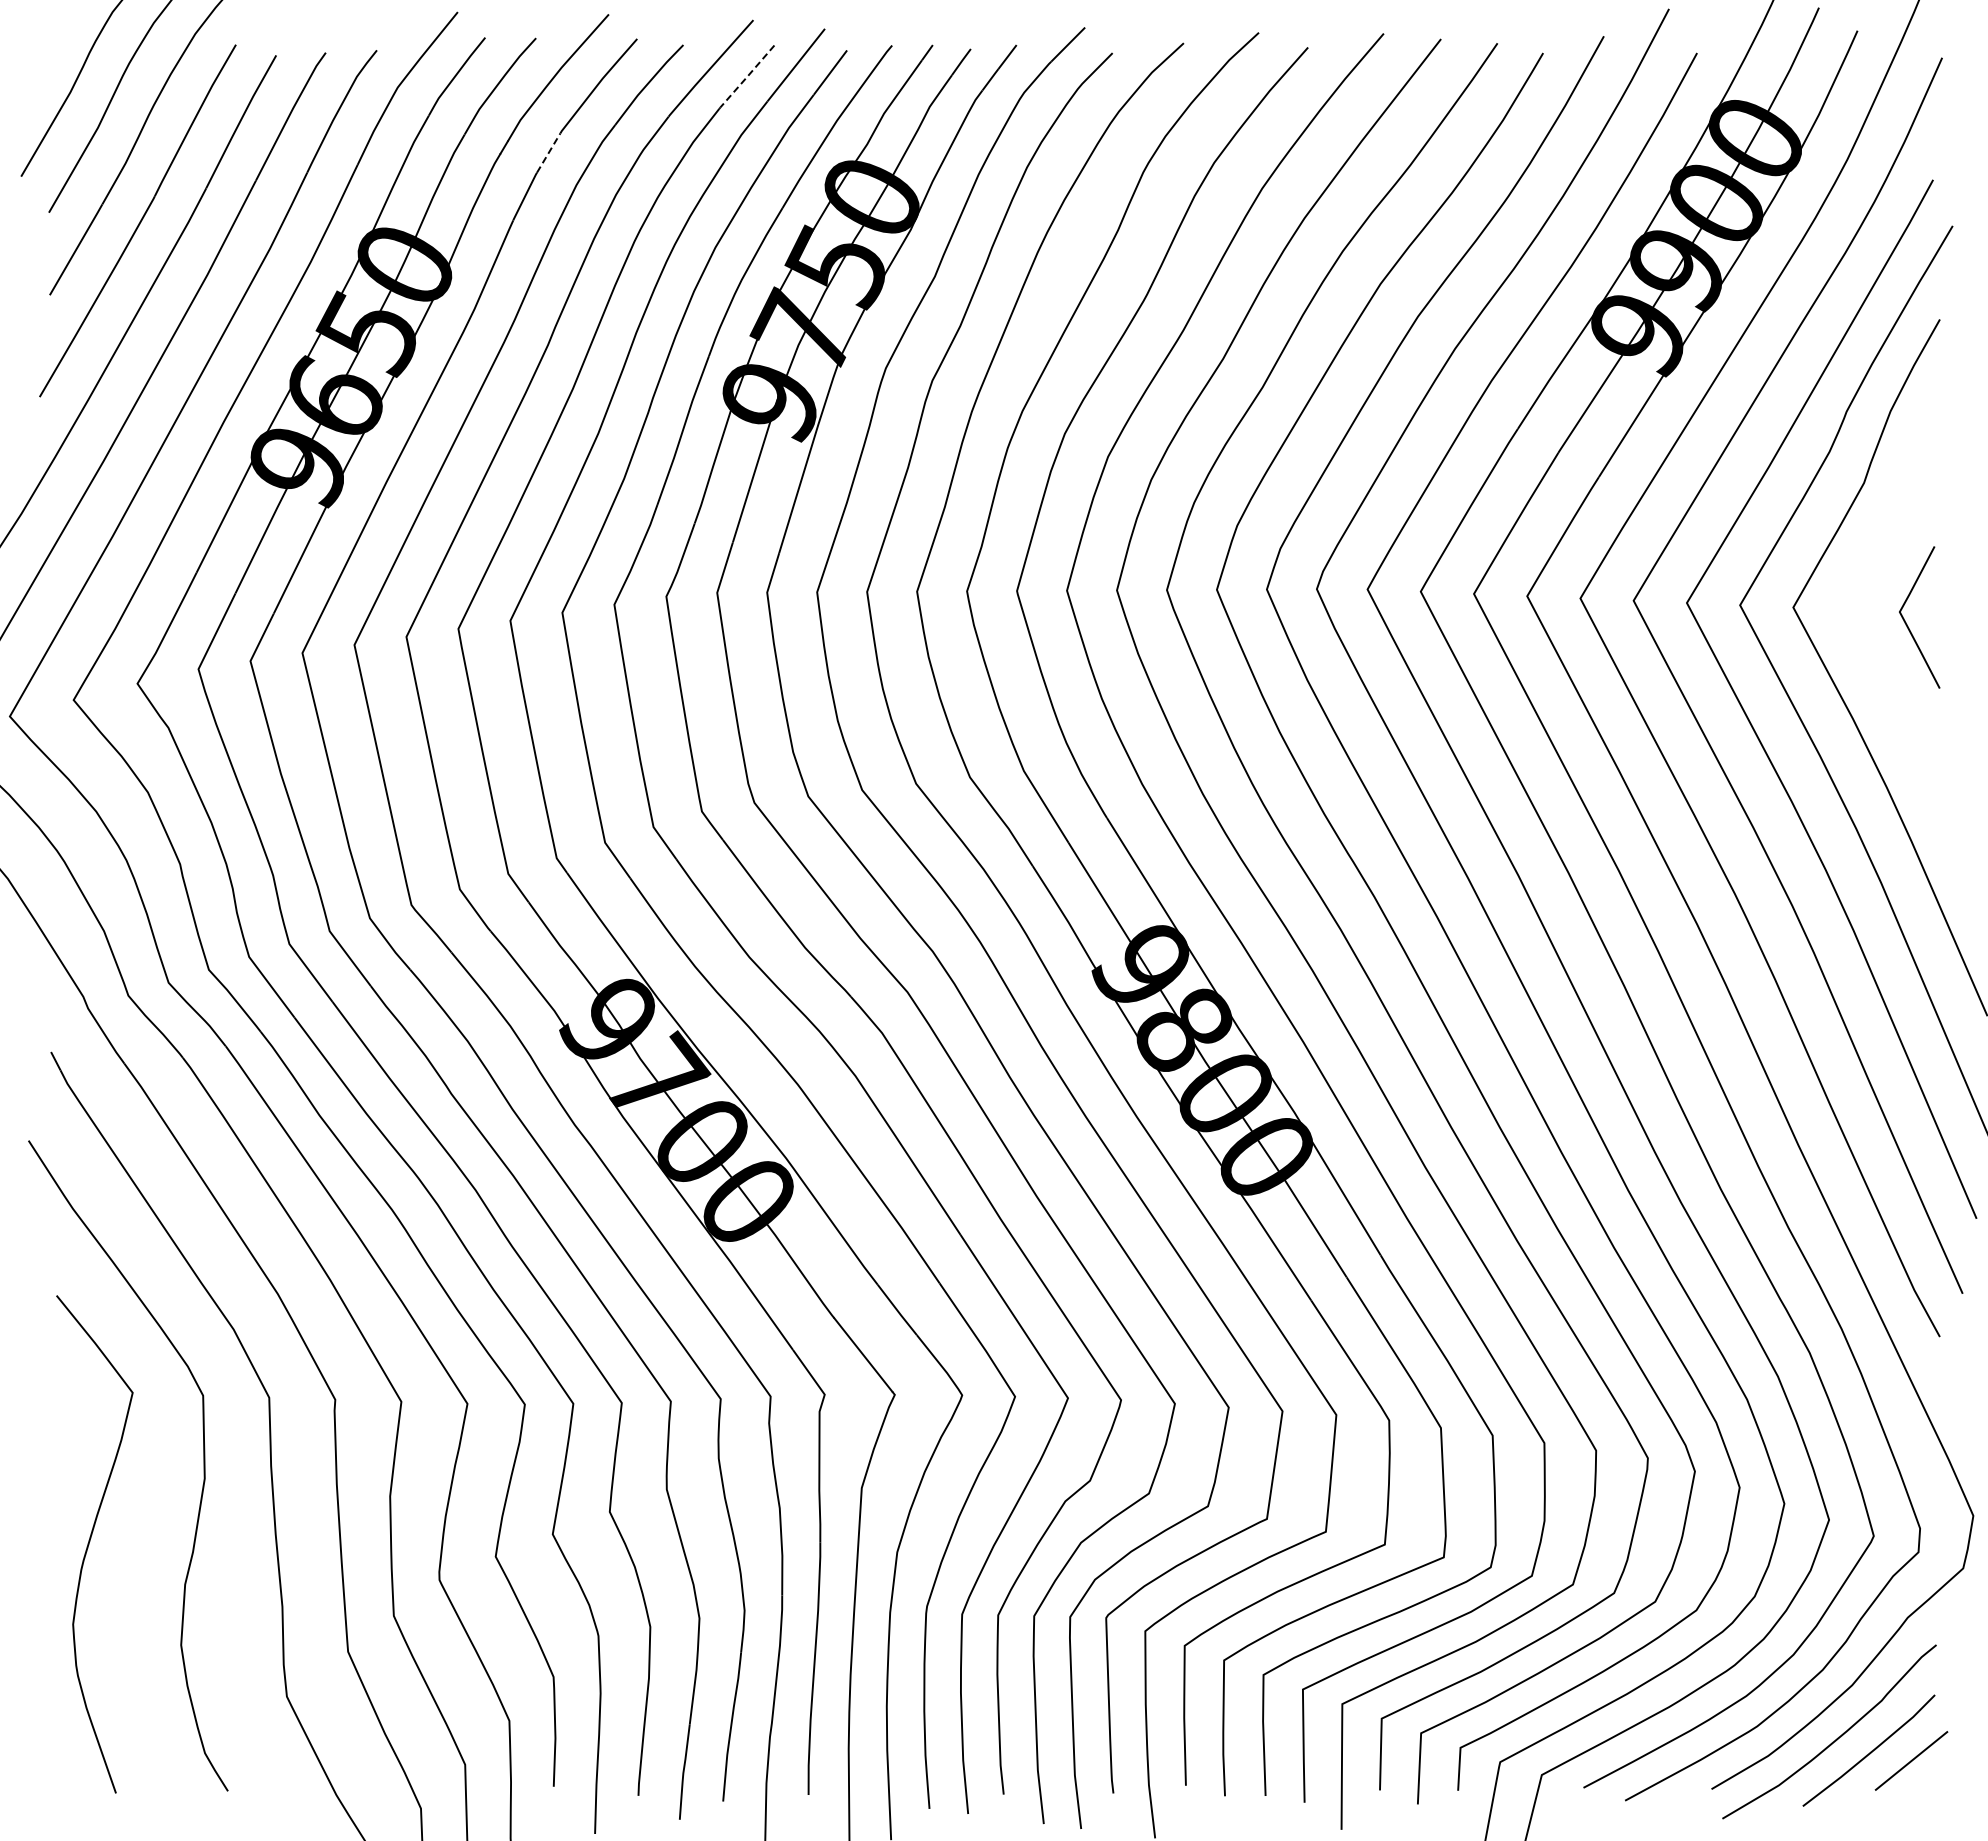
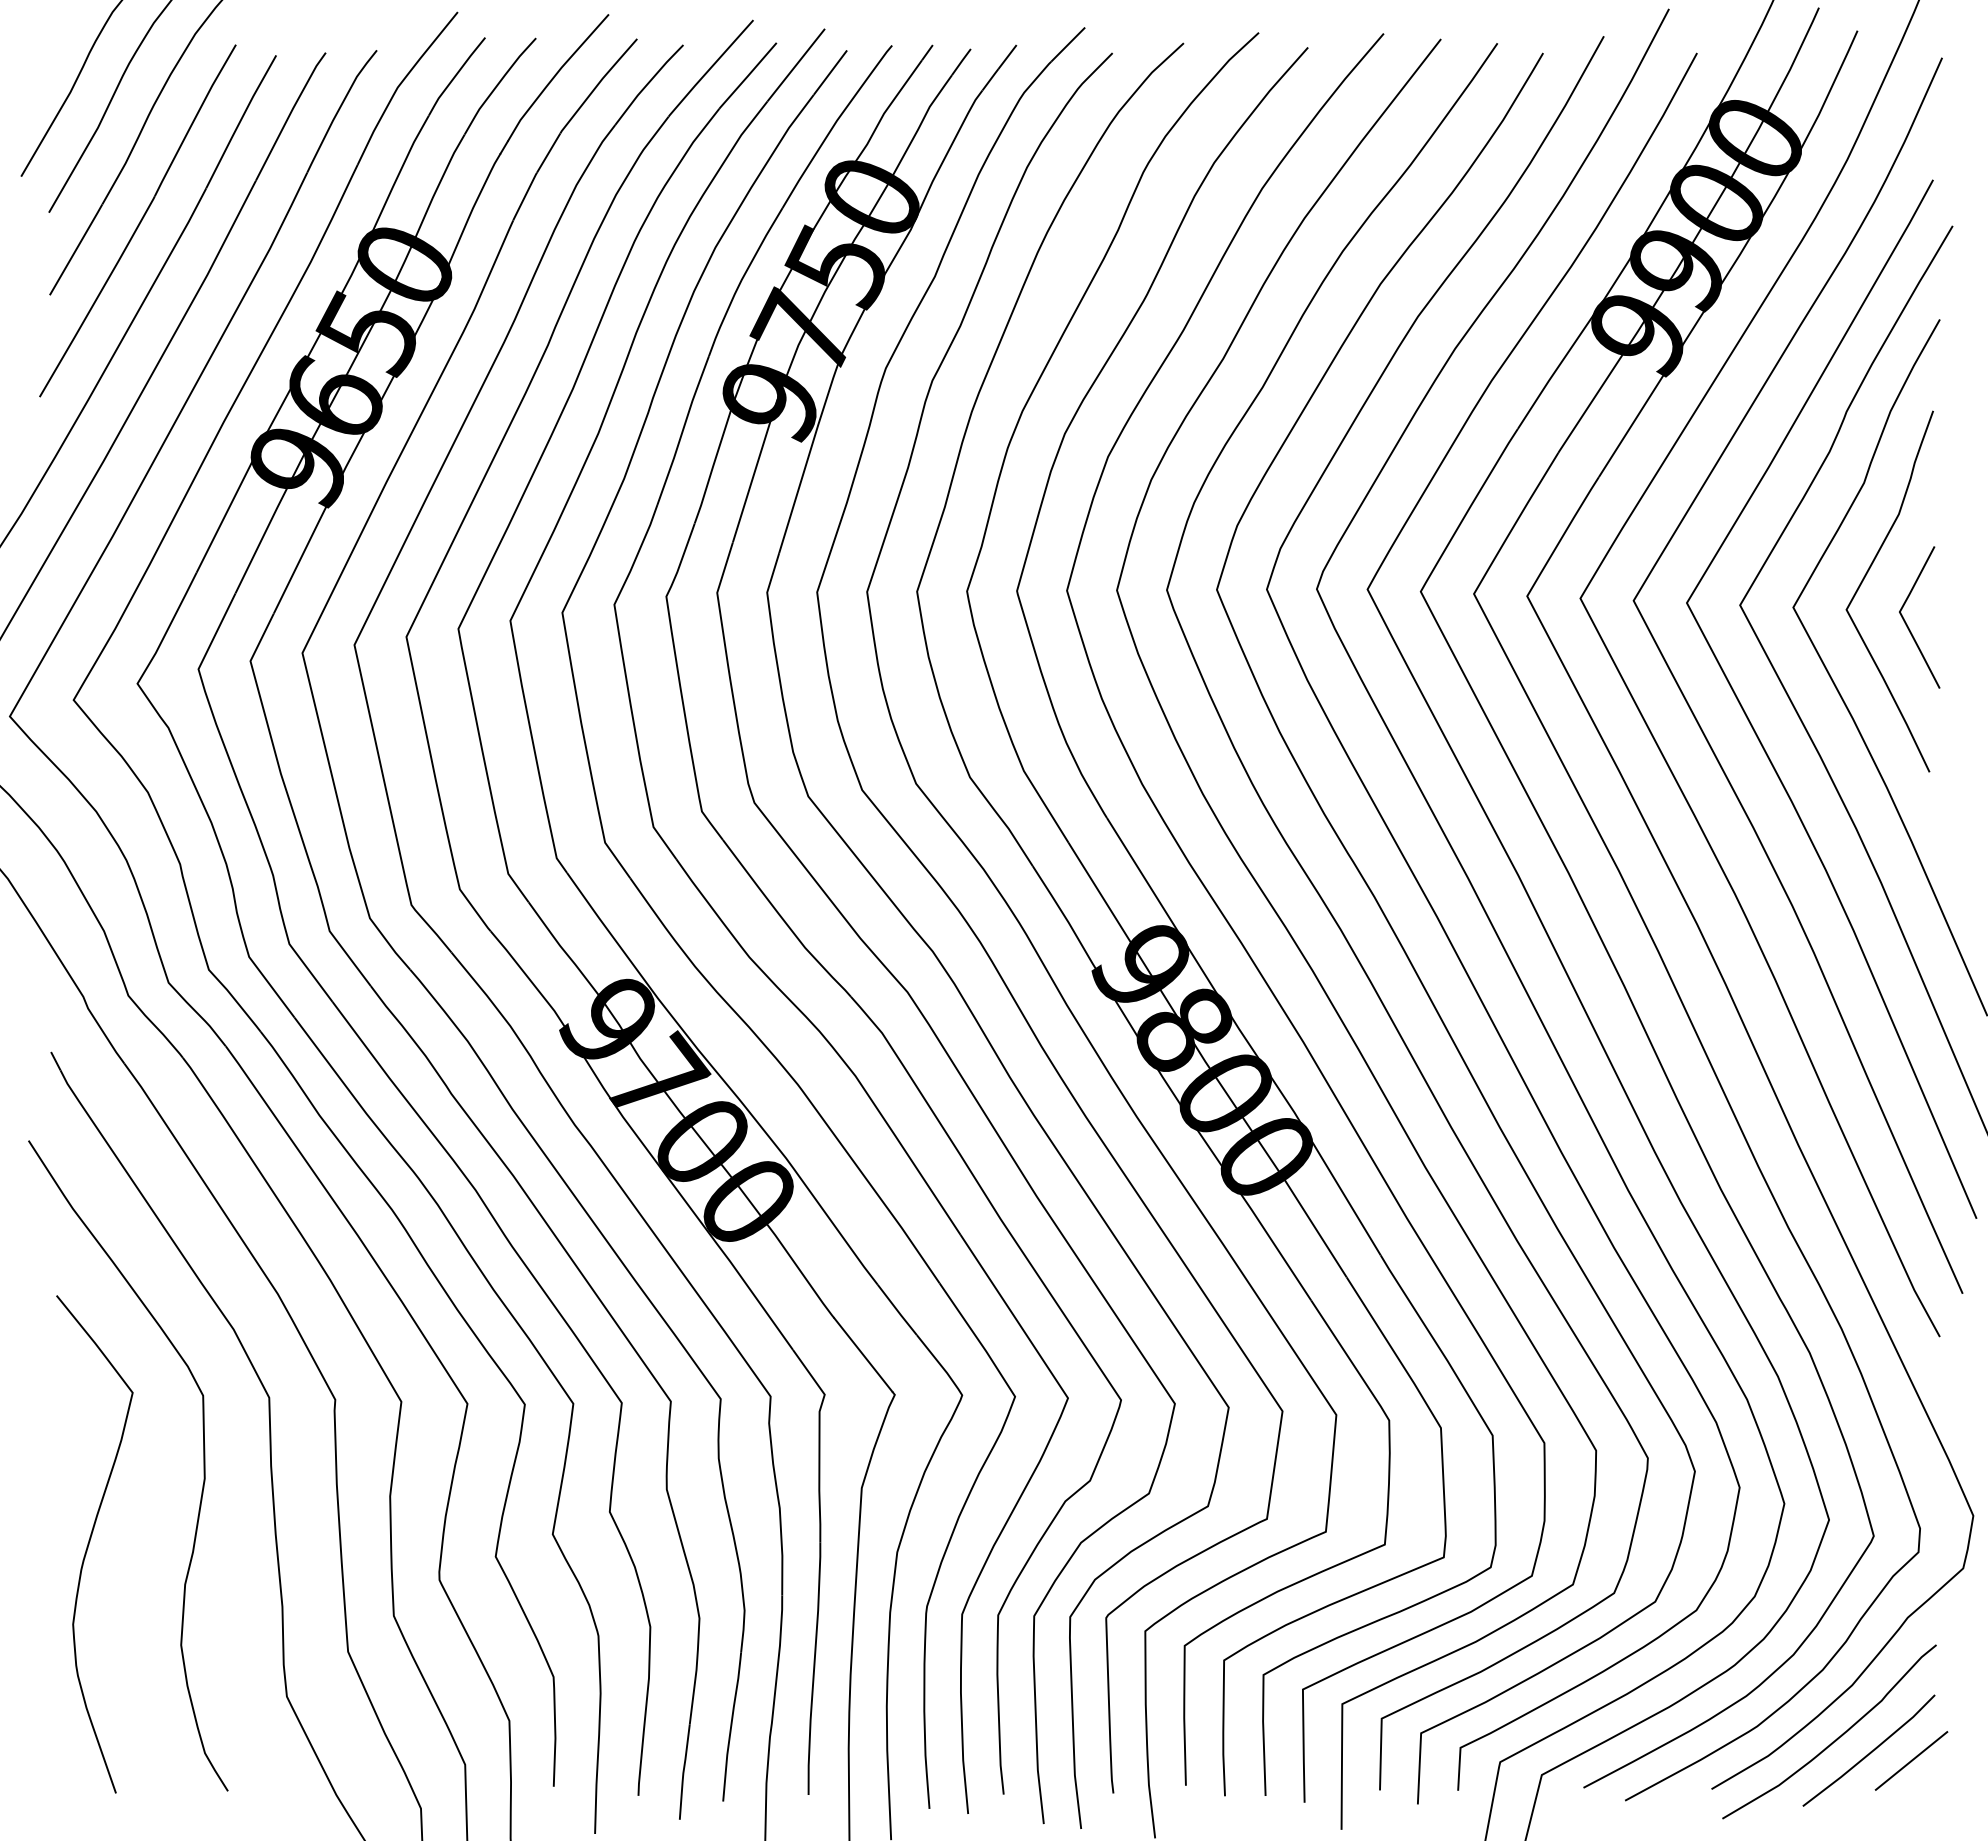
line at (748, 76): dashed -> solid
line at (549, 152): dashed -> solid
curve at (1864, 579): none -> present
